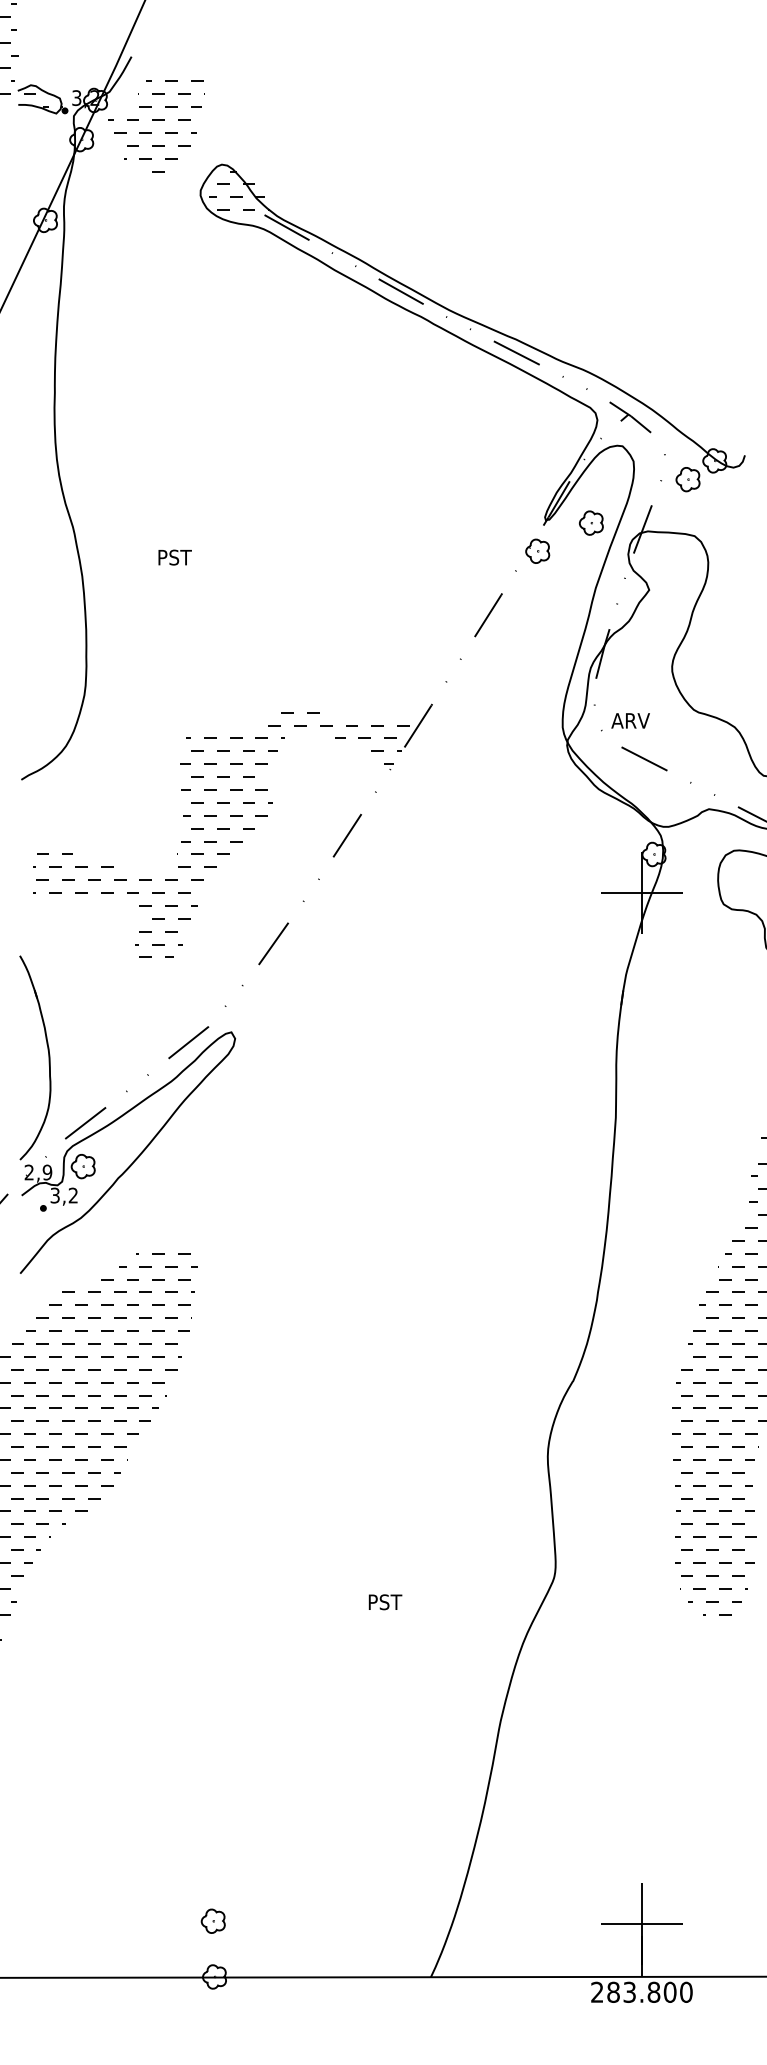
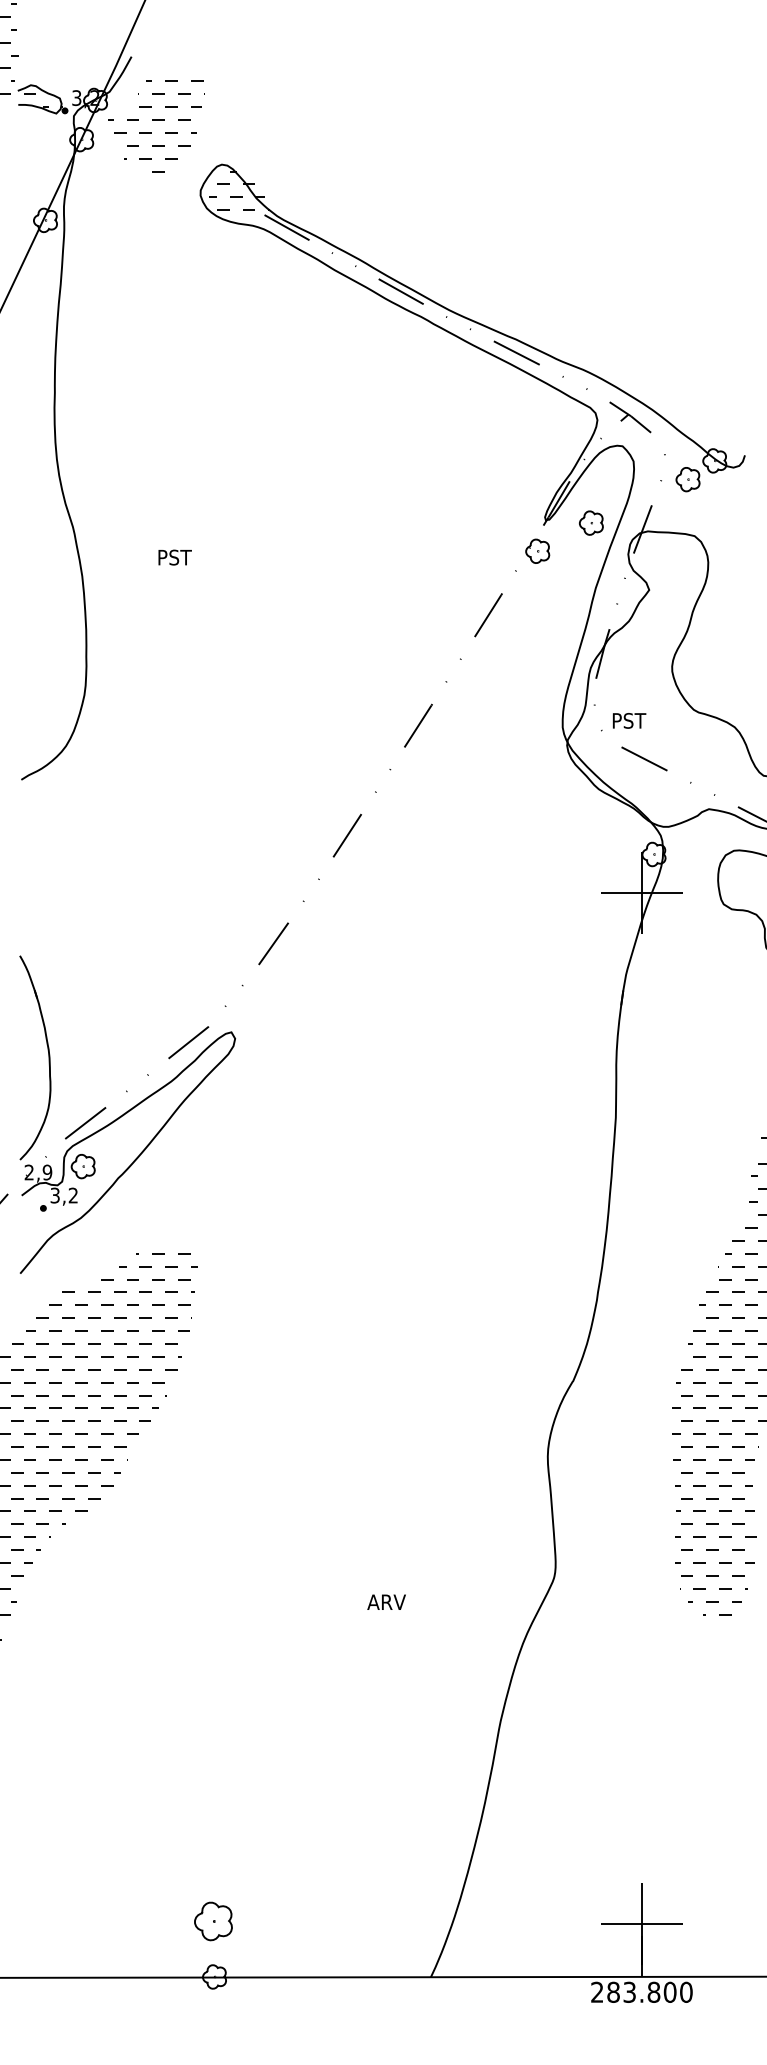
text at (630, 720): ARV -> PST
hatch at (221, 834): present -> none
text at (386, 1602): PST -> ARV
part at (212, 1920) size: 26x26 px -> 39x41 px
